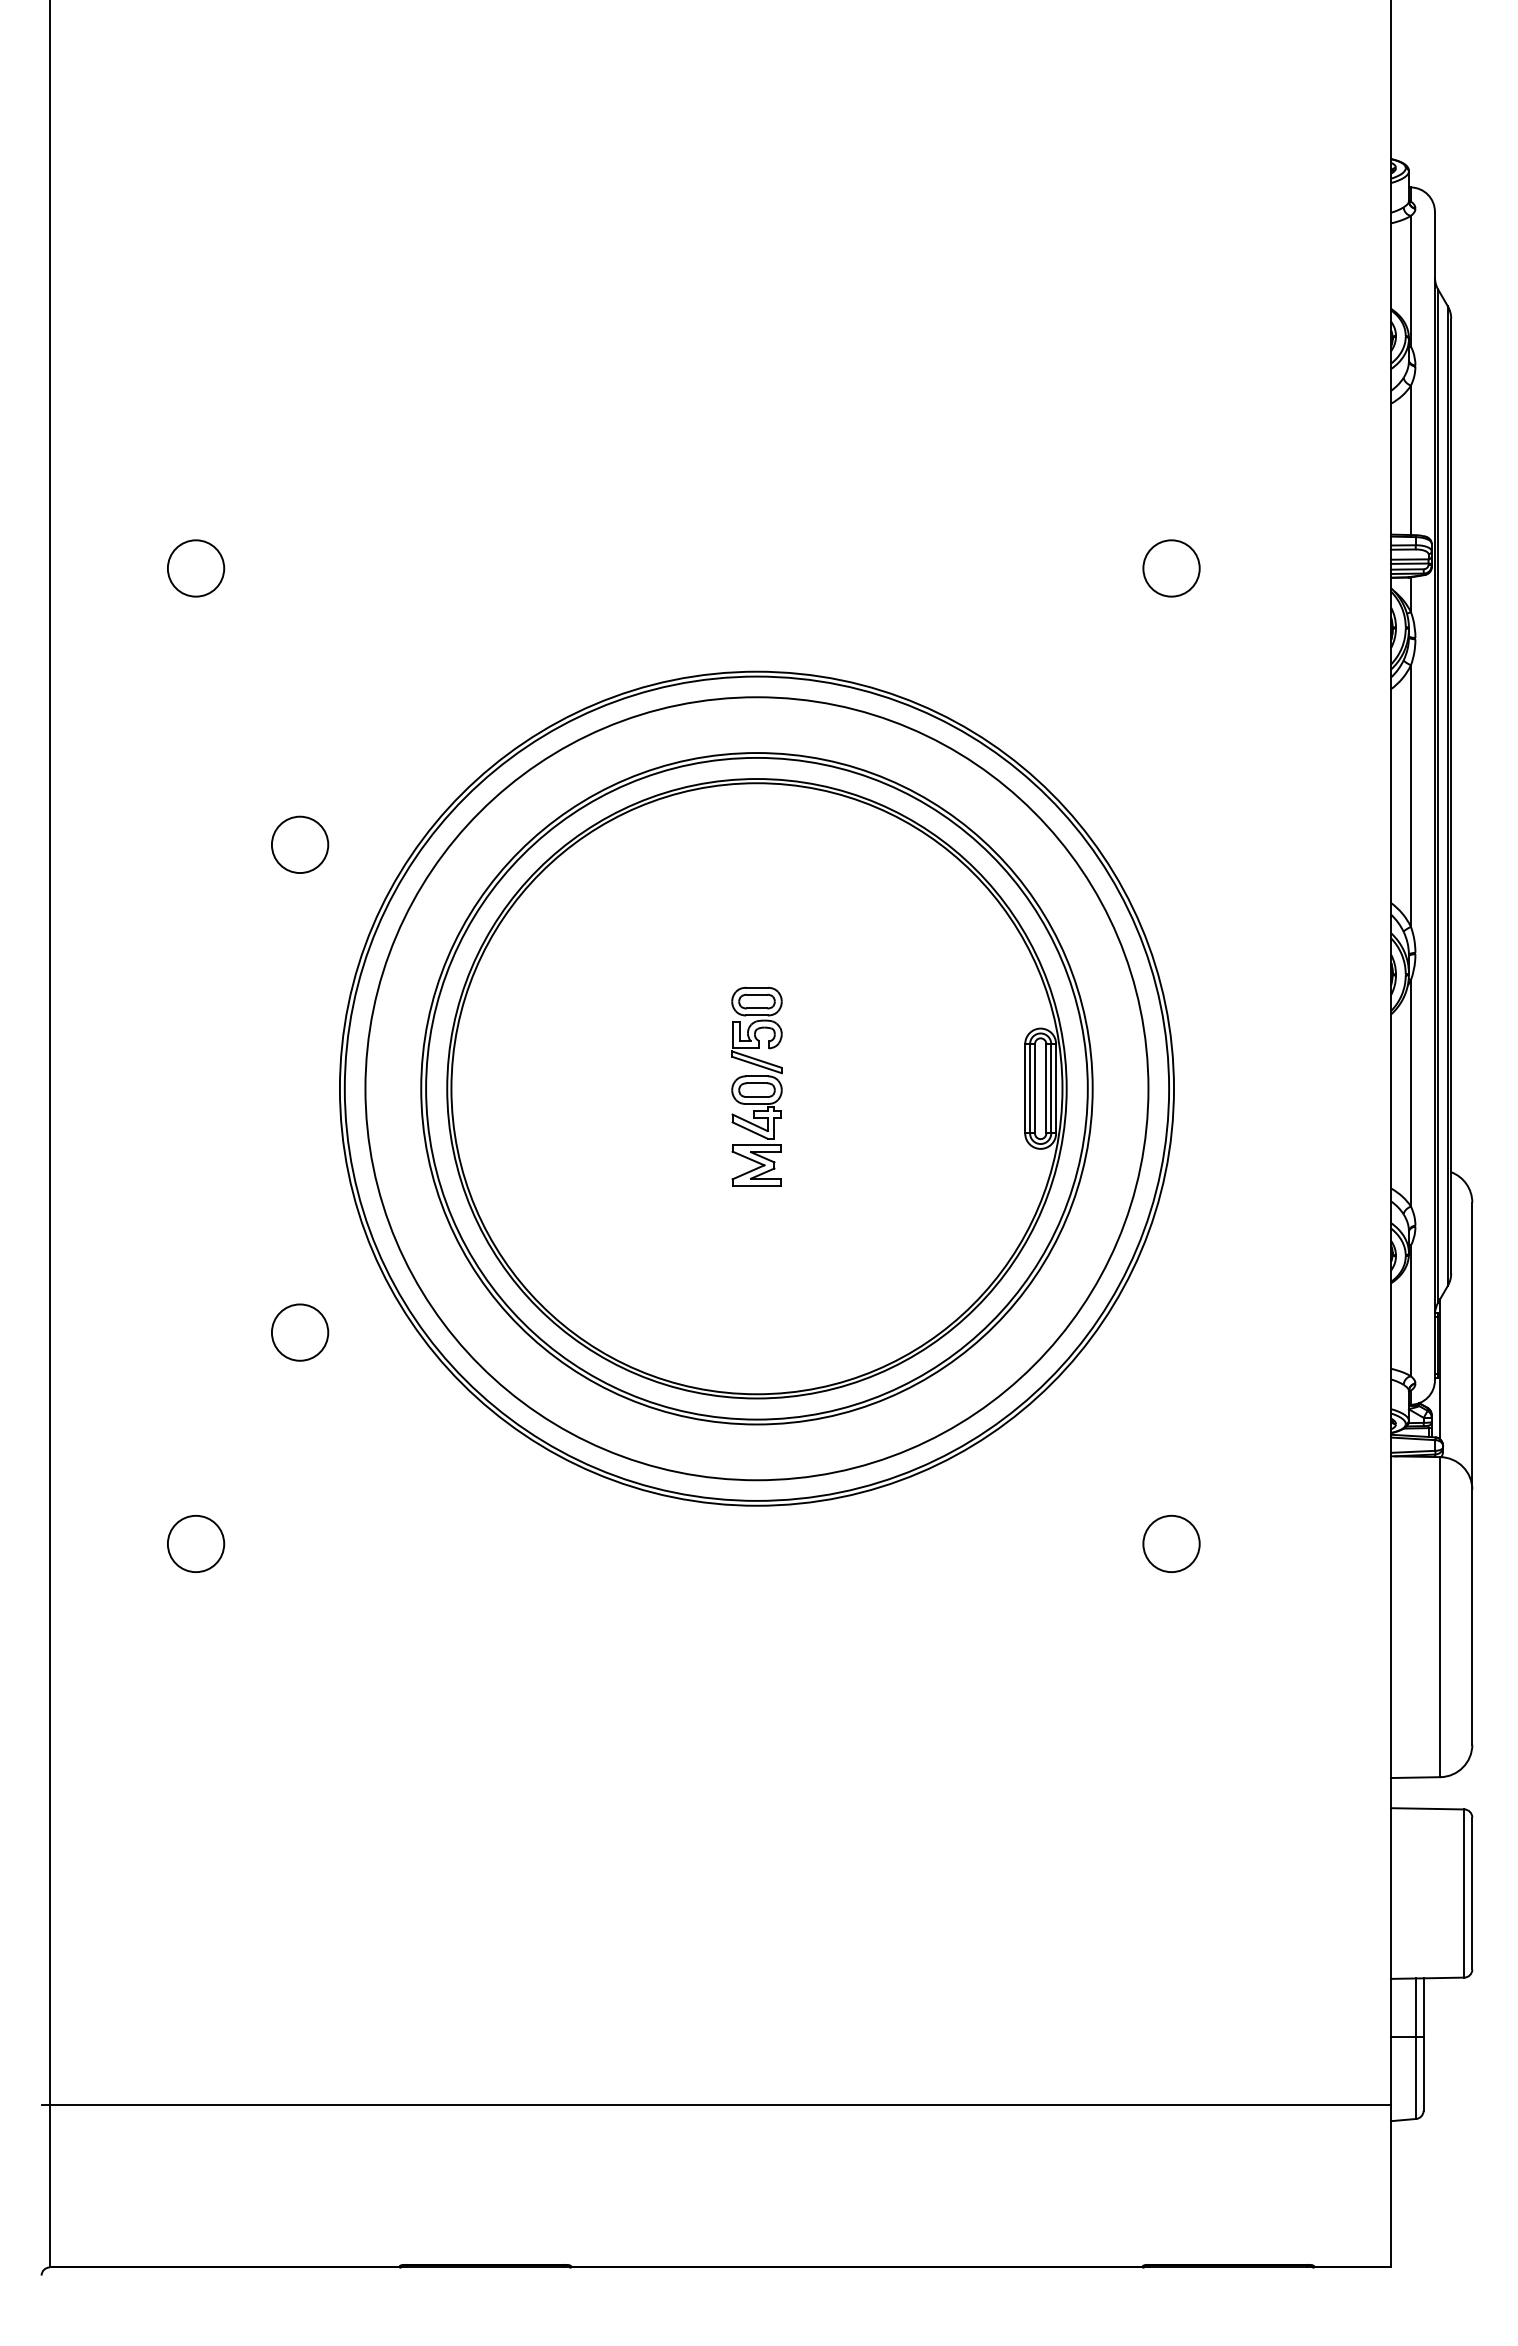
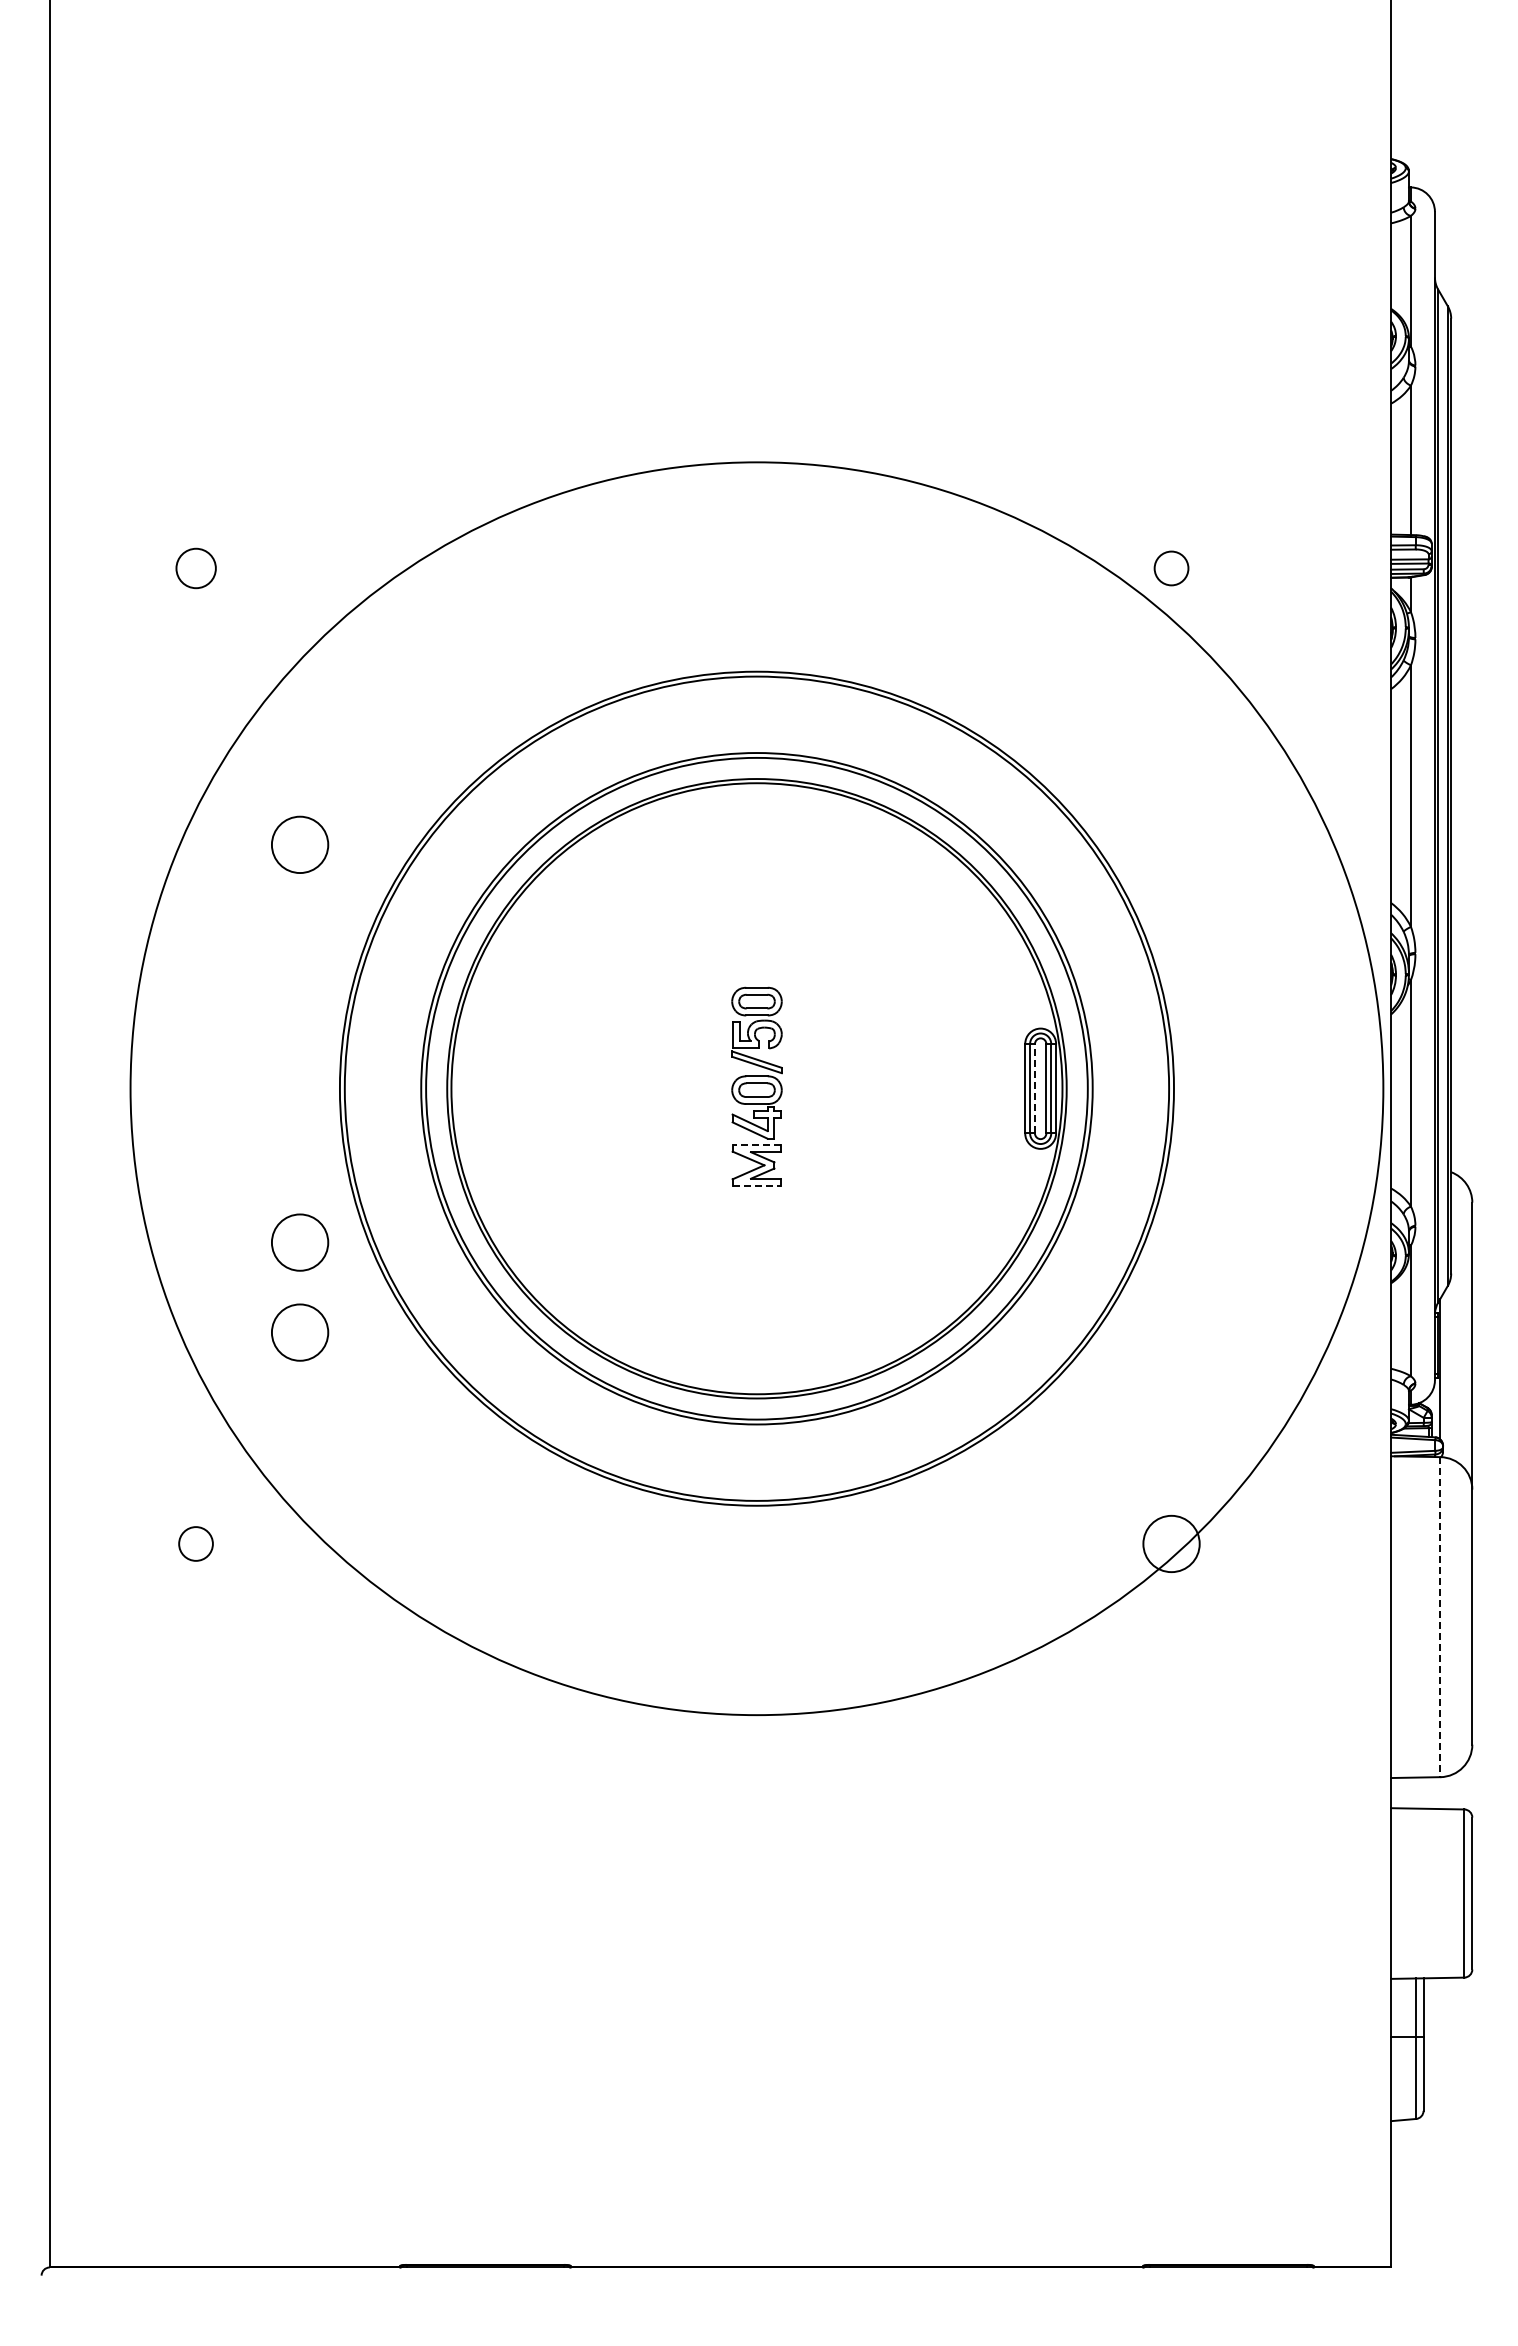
circle at (196, 568) size: 59x59 px -> 42x43 px
circle at (1171, 568) diameter: 56 px -> 34 px
circle at (756, 1088) diameter: 783 px -> 1253 px
line at (1034, 1088): solid -> dashed
line at (756, 1144): solid -> dashed
line at (757, 1186): solid -> dashed
circle at (300, 1242): none -> present
circle at (195, 1543) diameter: 56 px -> 34 px
line at (1440, 1617): solid -> dashed
line at (716, 2104): present -> none
